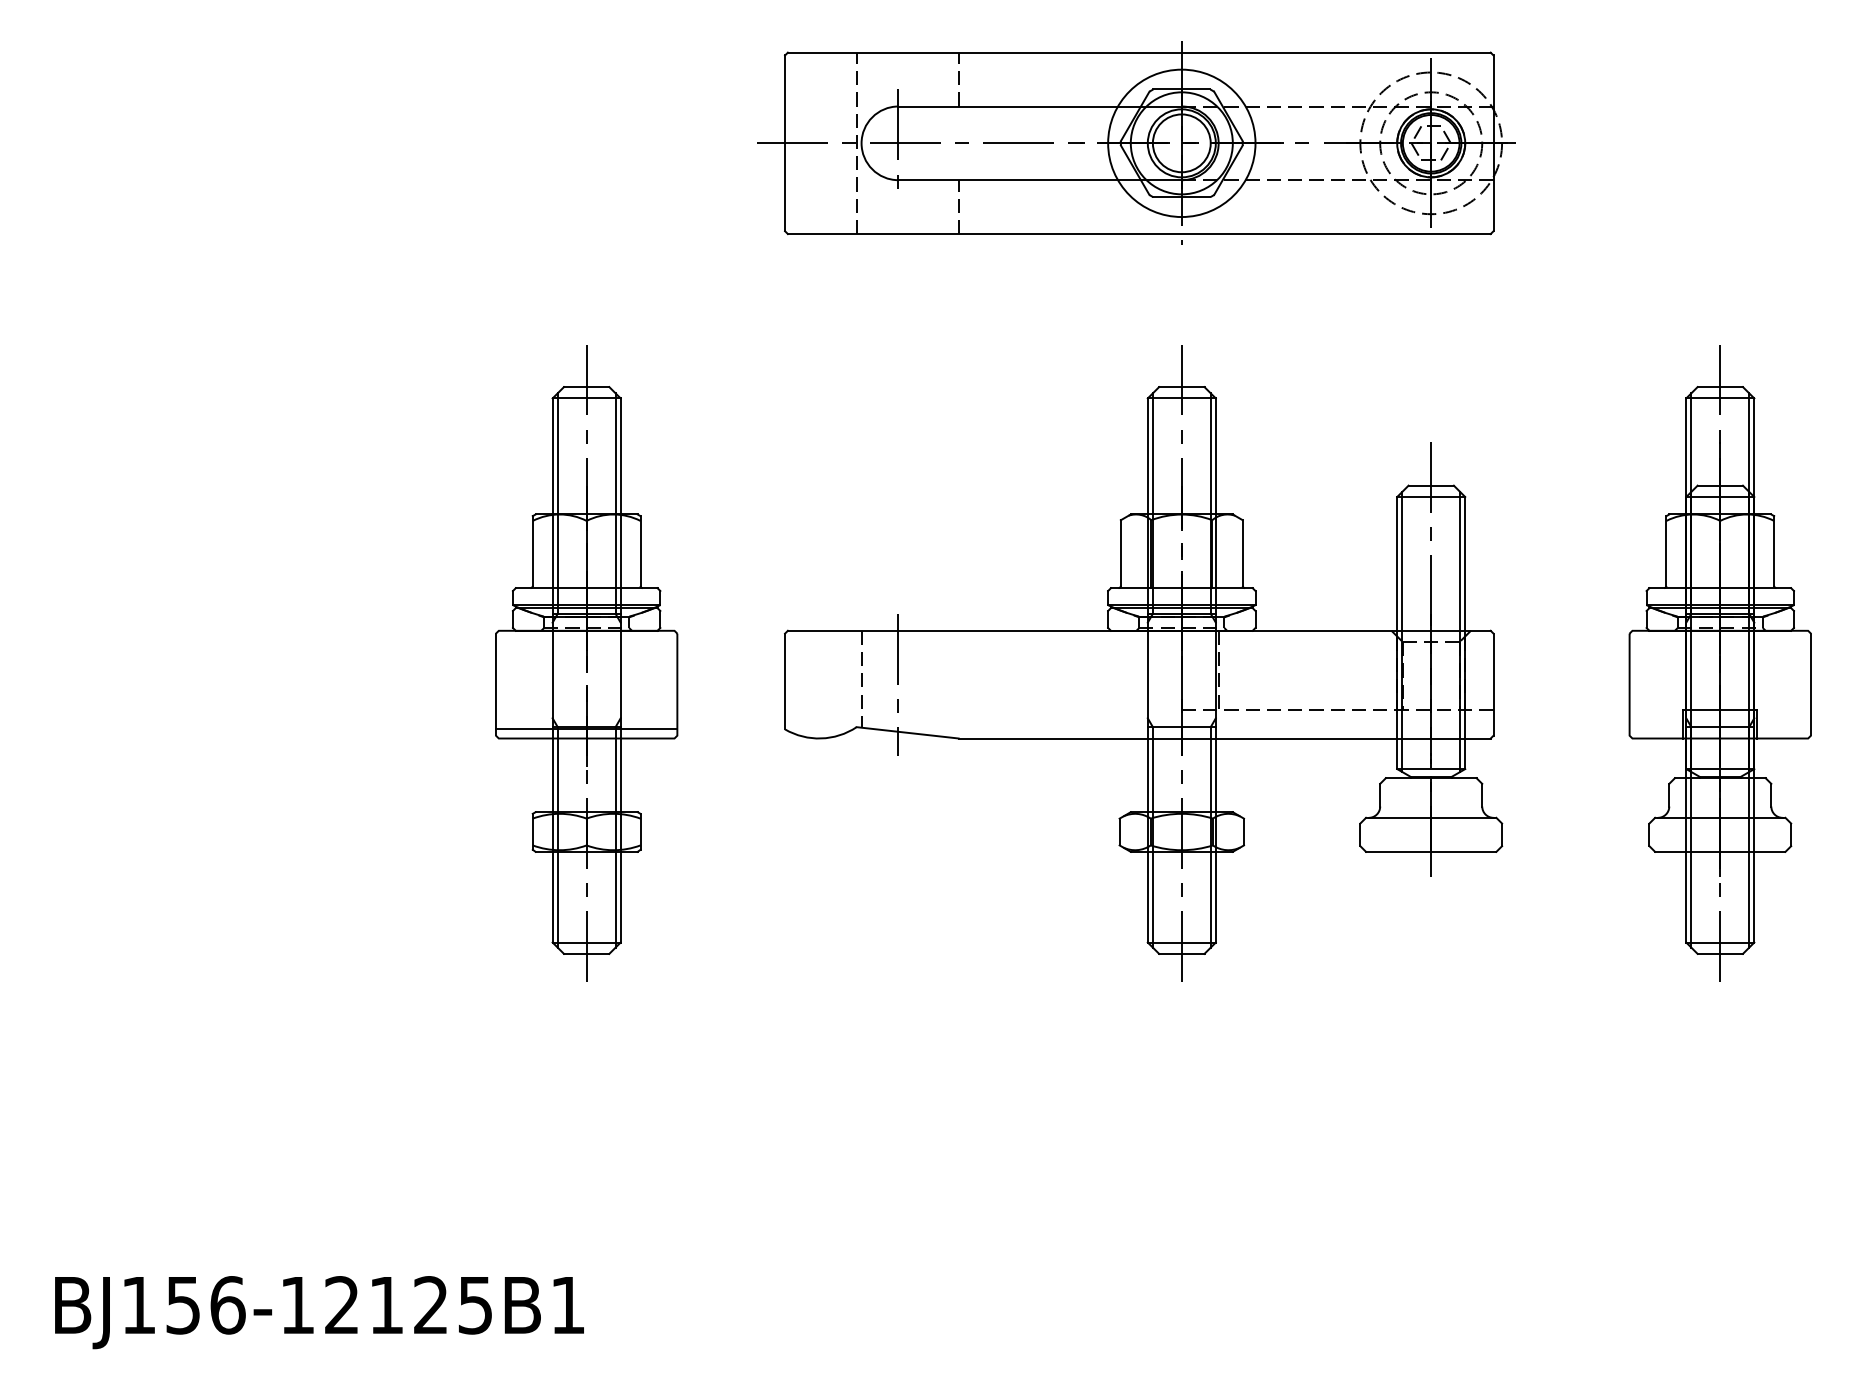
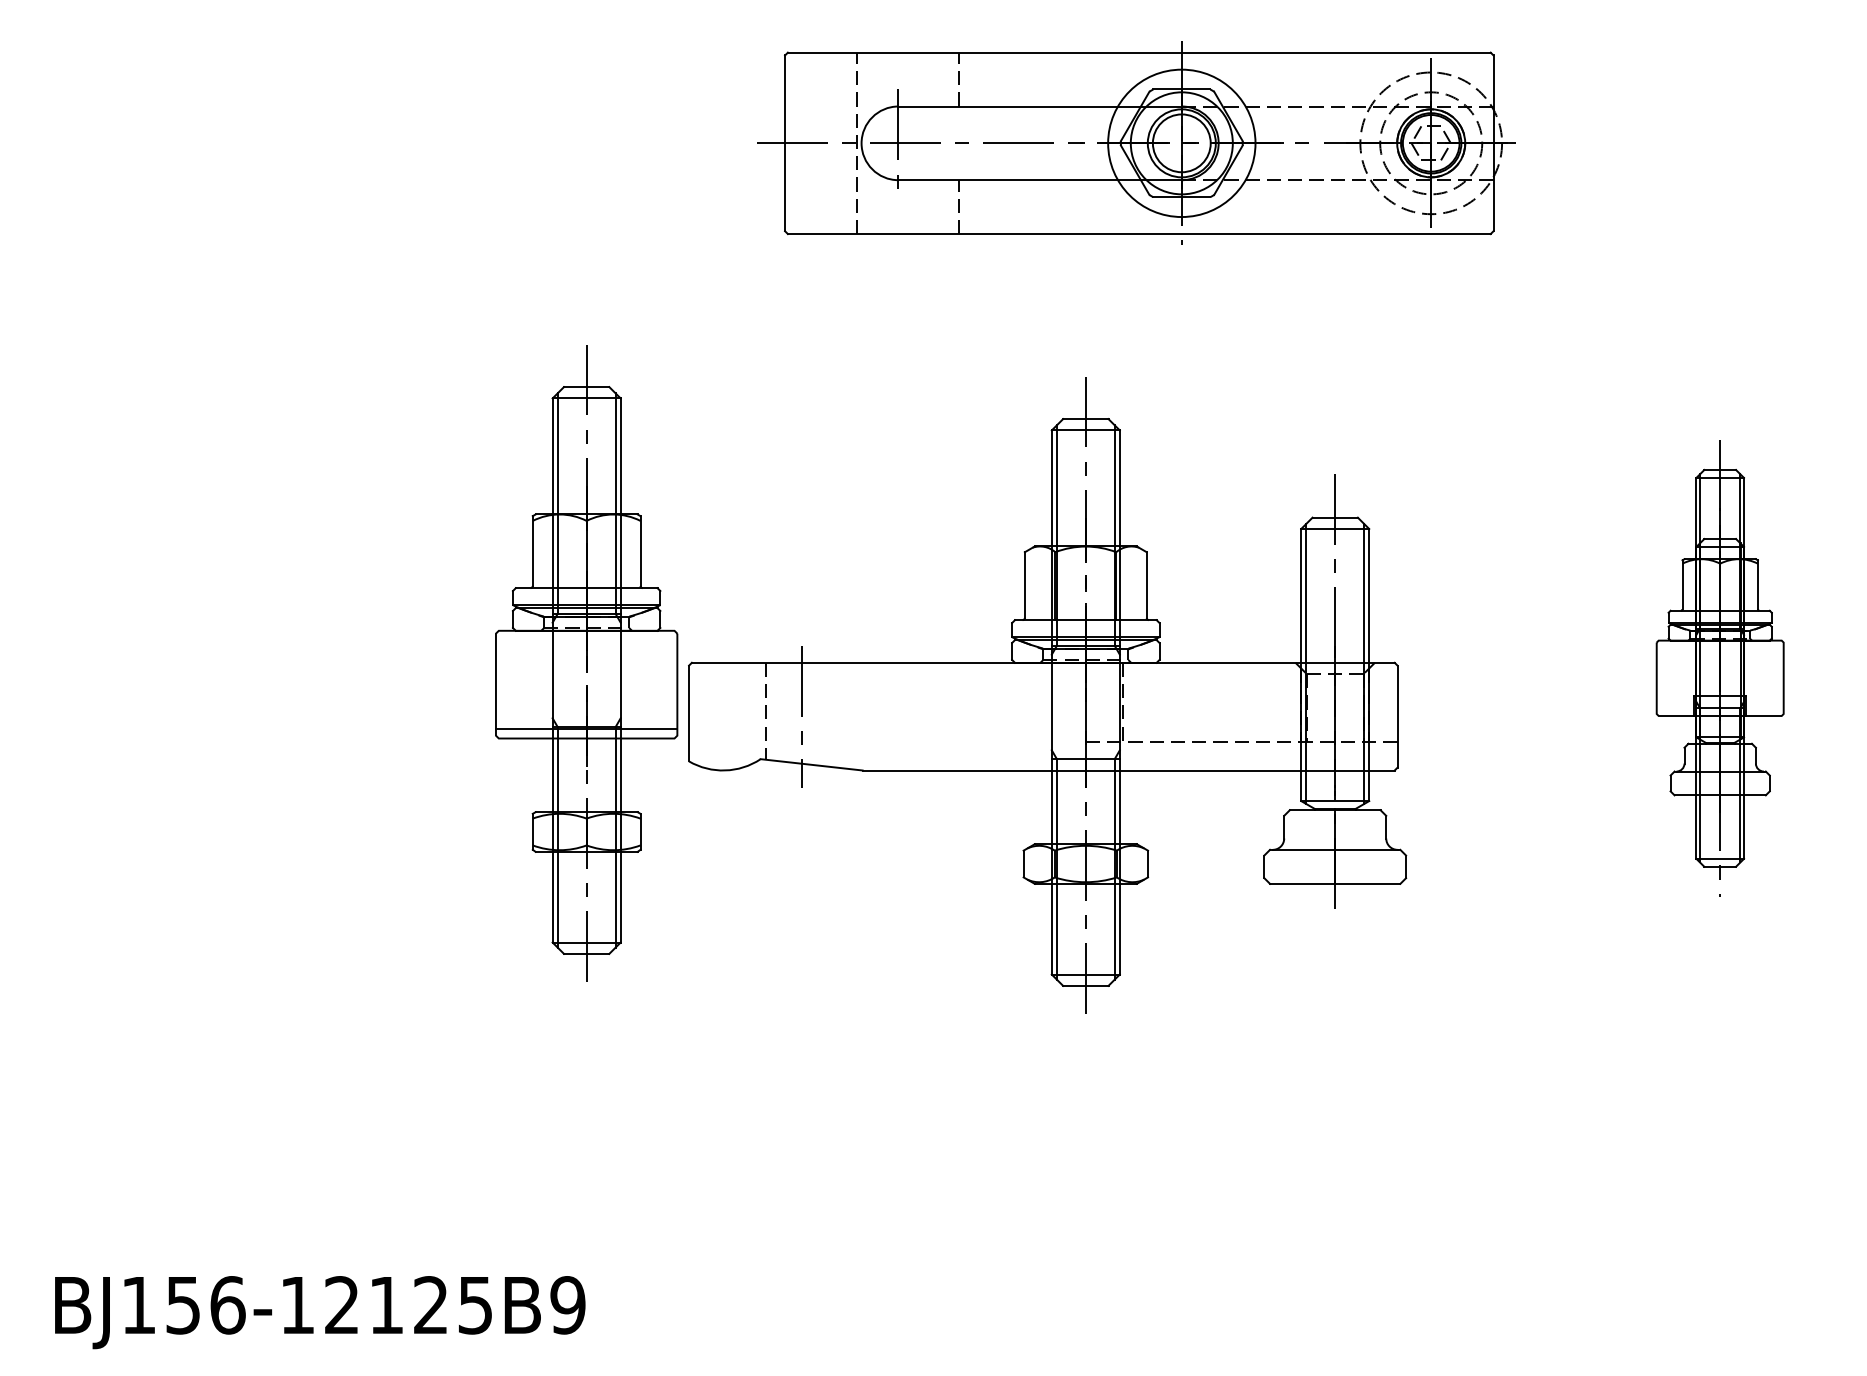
part at (1143, 663) position: (1143, 663) -> (1047, 695)
part at (1719, 663) size: 184x637 px -> 130x440 px
text at (567, 1305): BJ156-12125B1 -> BJ156-12125B9
